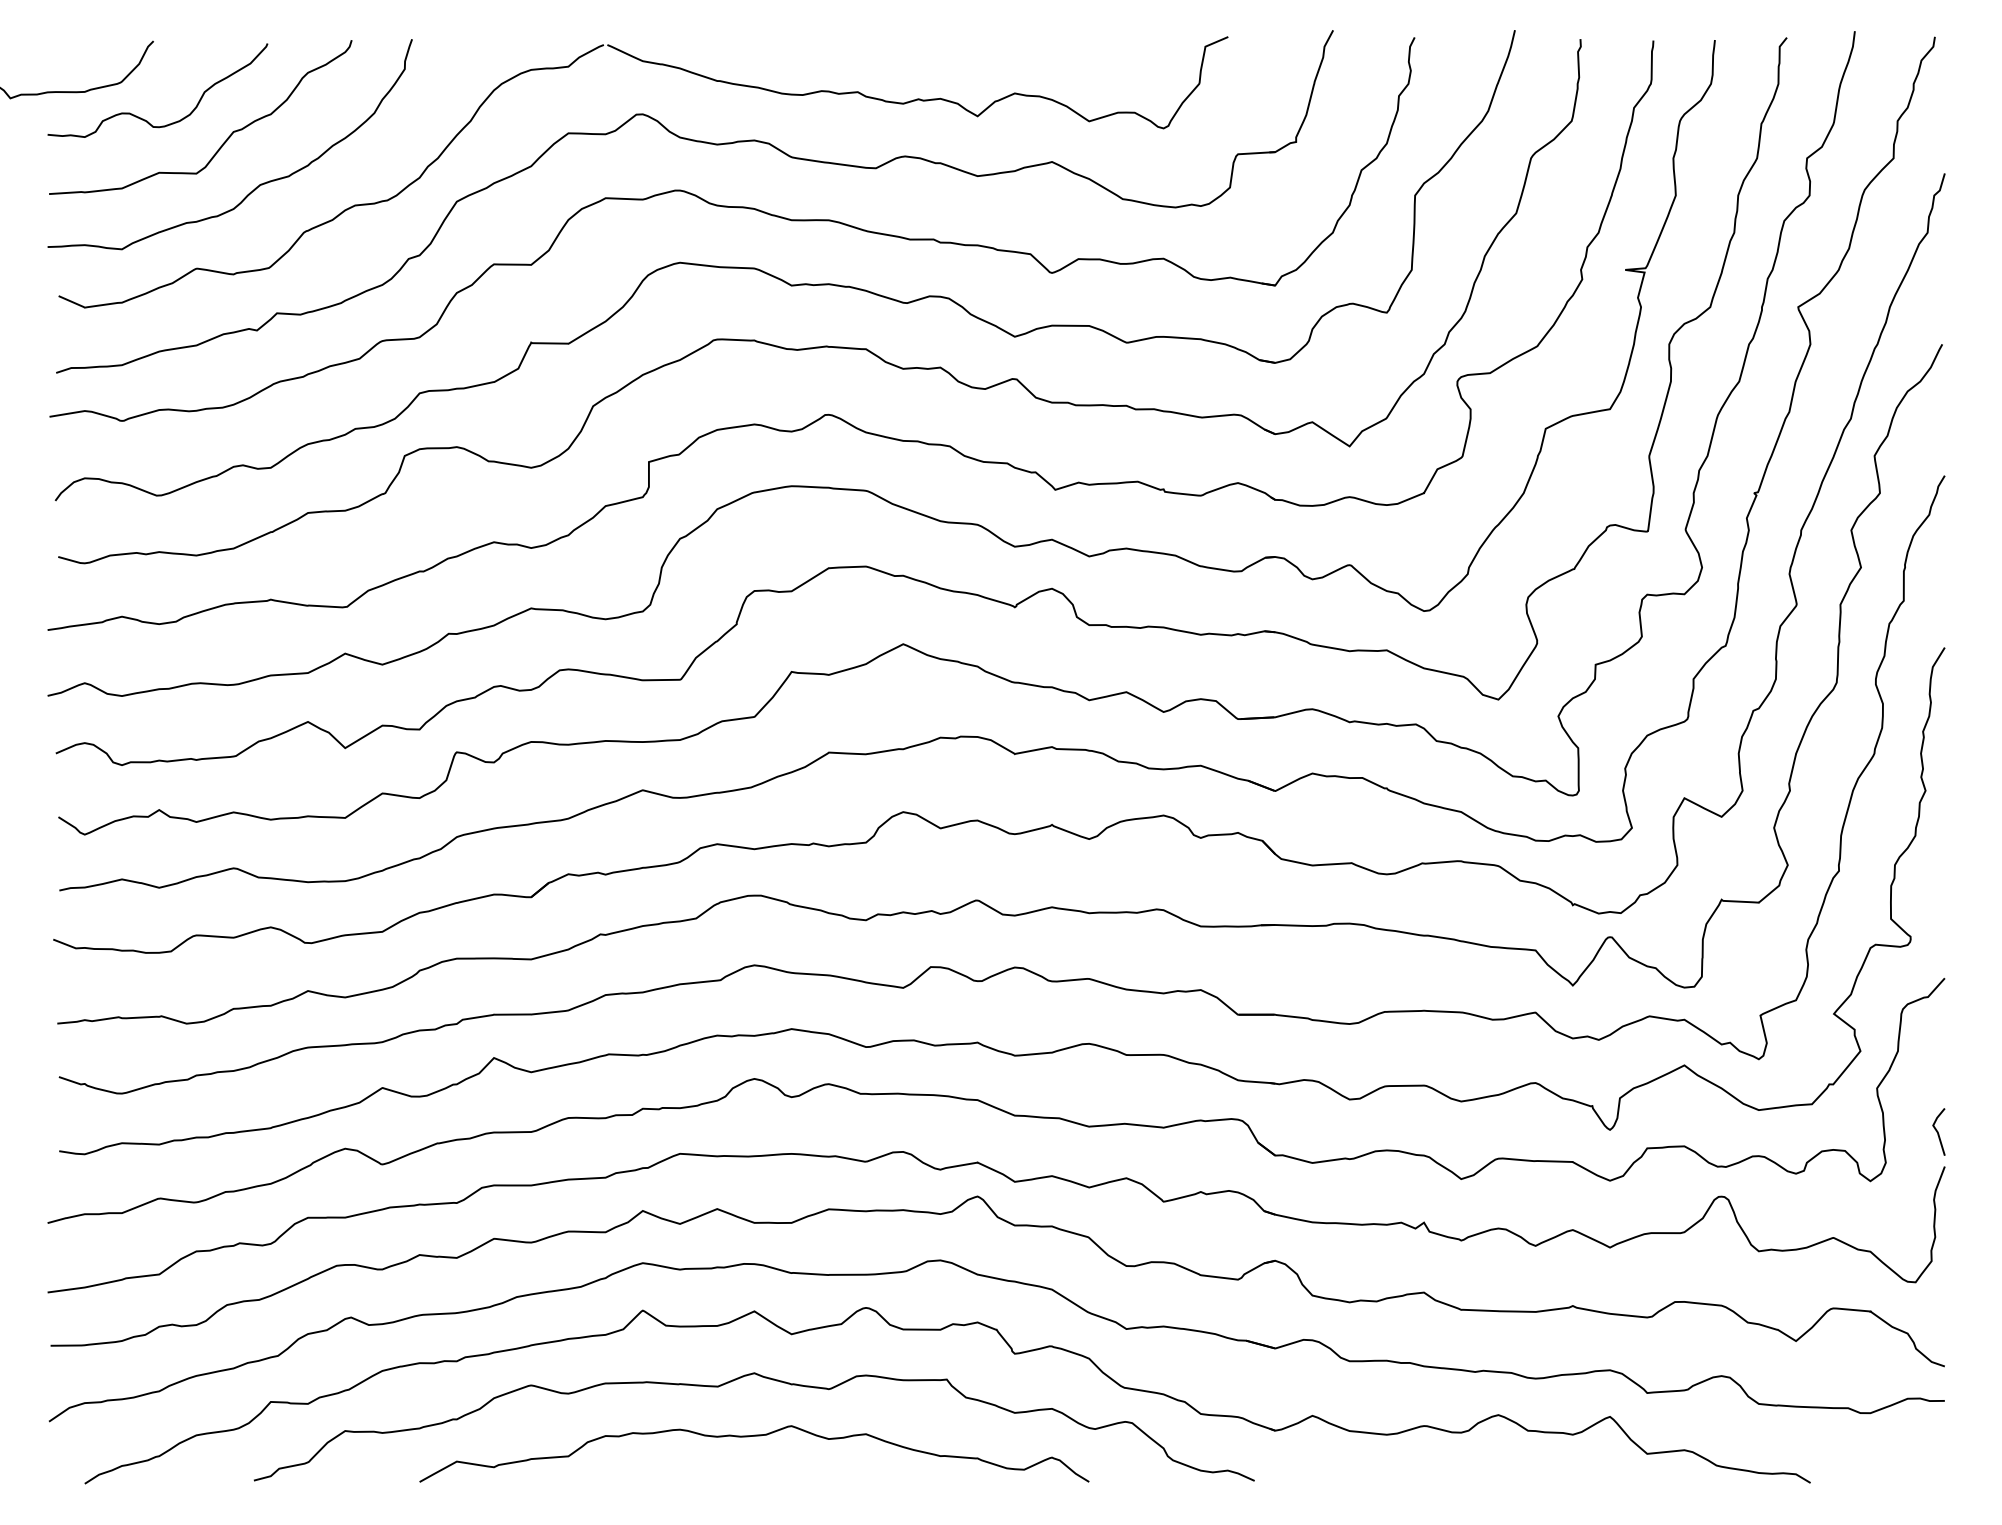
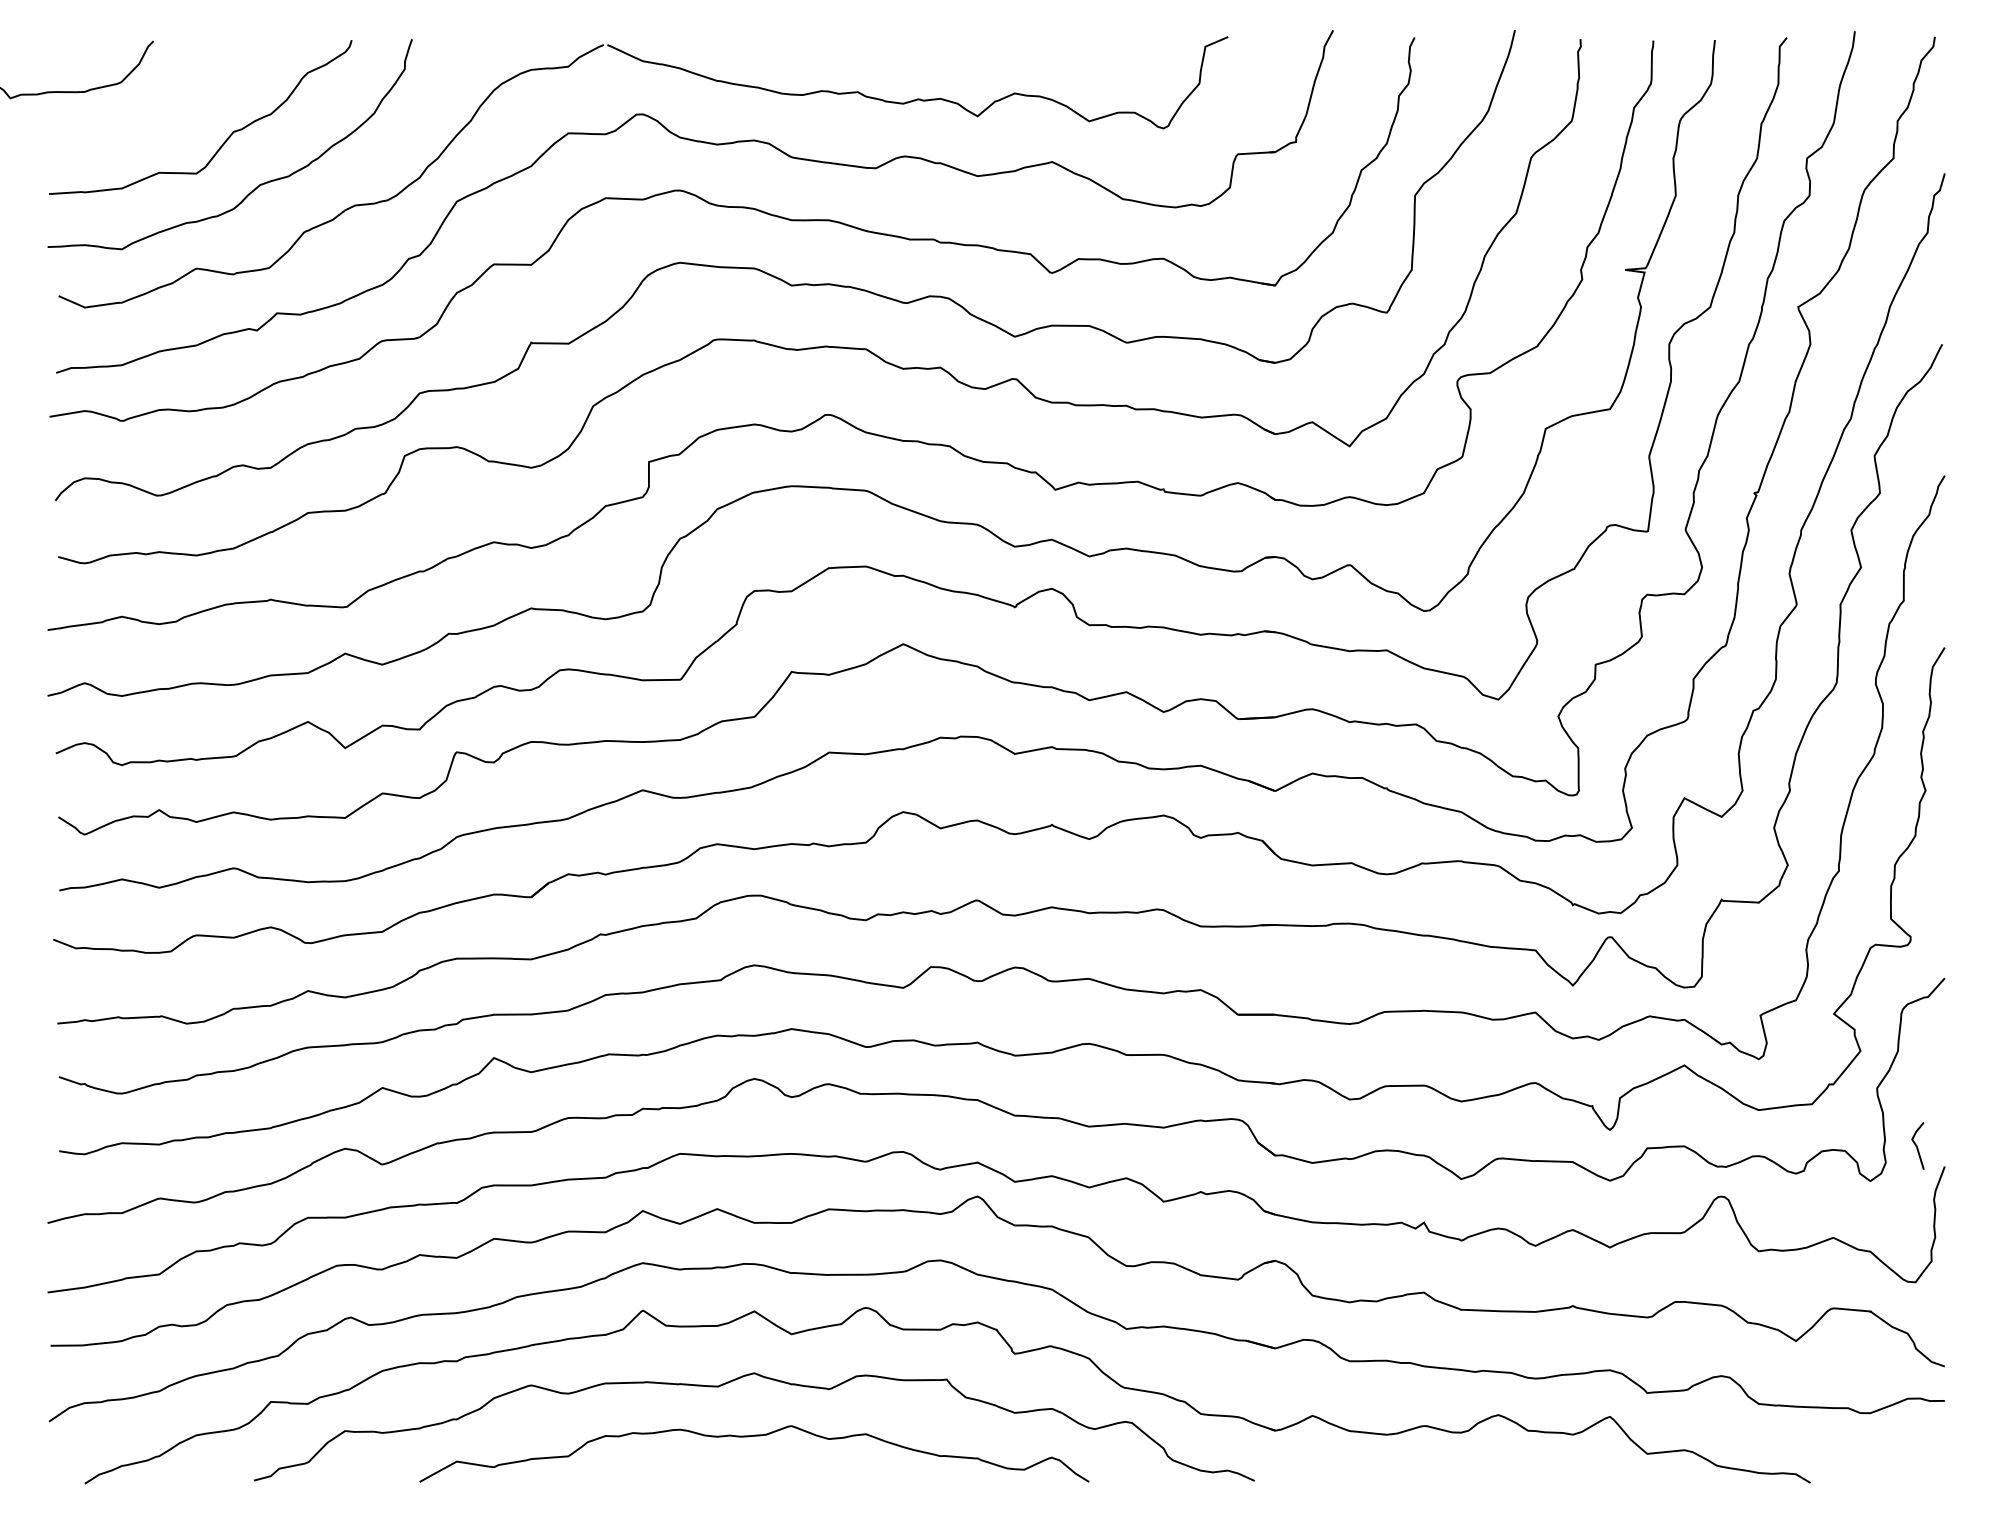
curve at (143, 118): present -> none
line at (1938, 1131) position: (1938, 1131) -> (1917, 1145)
